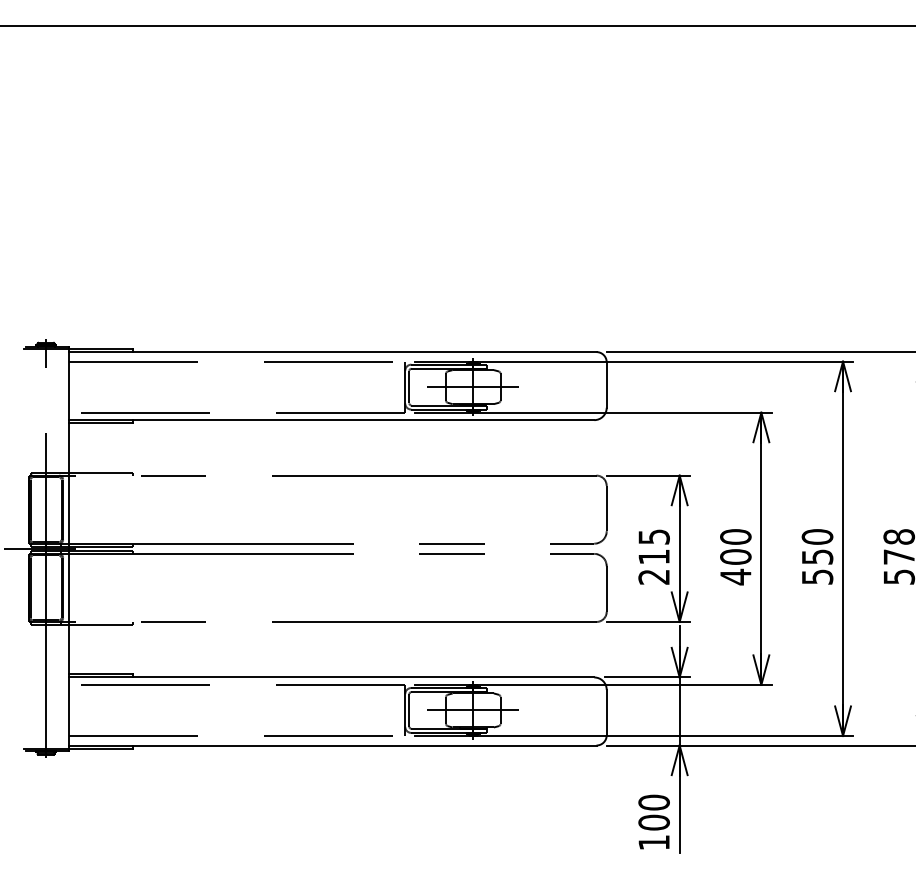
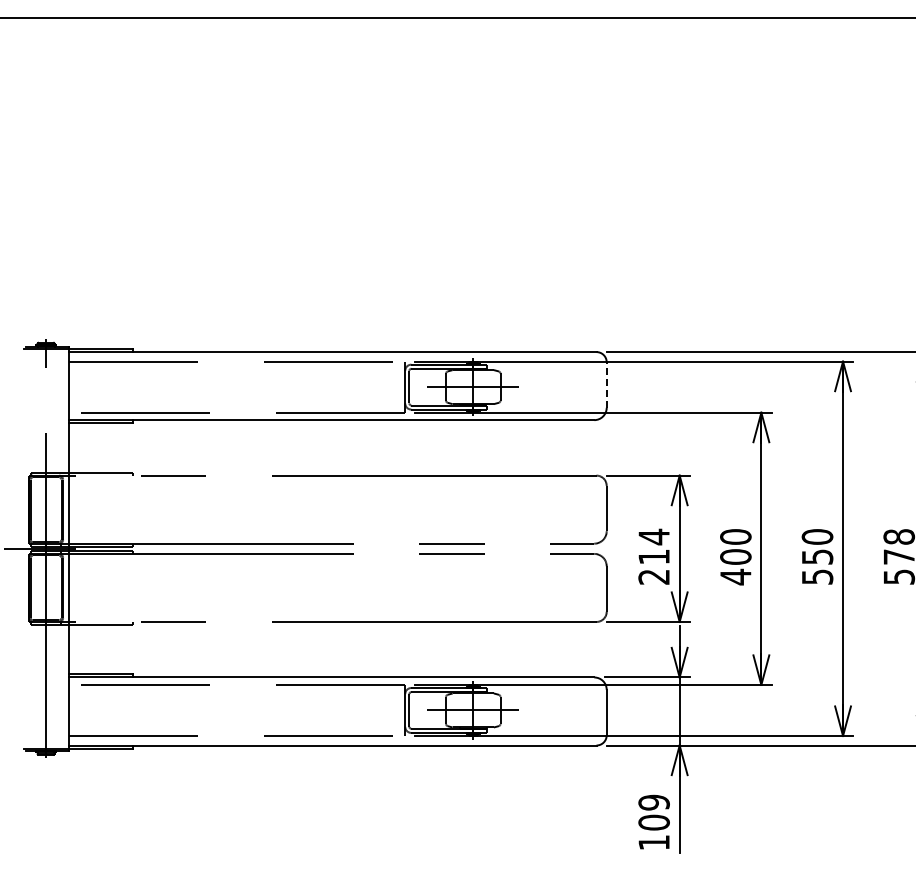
line at (457, 26) position: (457, 26) -> (457, 18)
line at (606, 385): solid -> dashed
text at (653, 536): 215 -> 214
text at (653, 802): 100 -> 109
